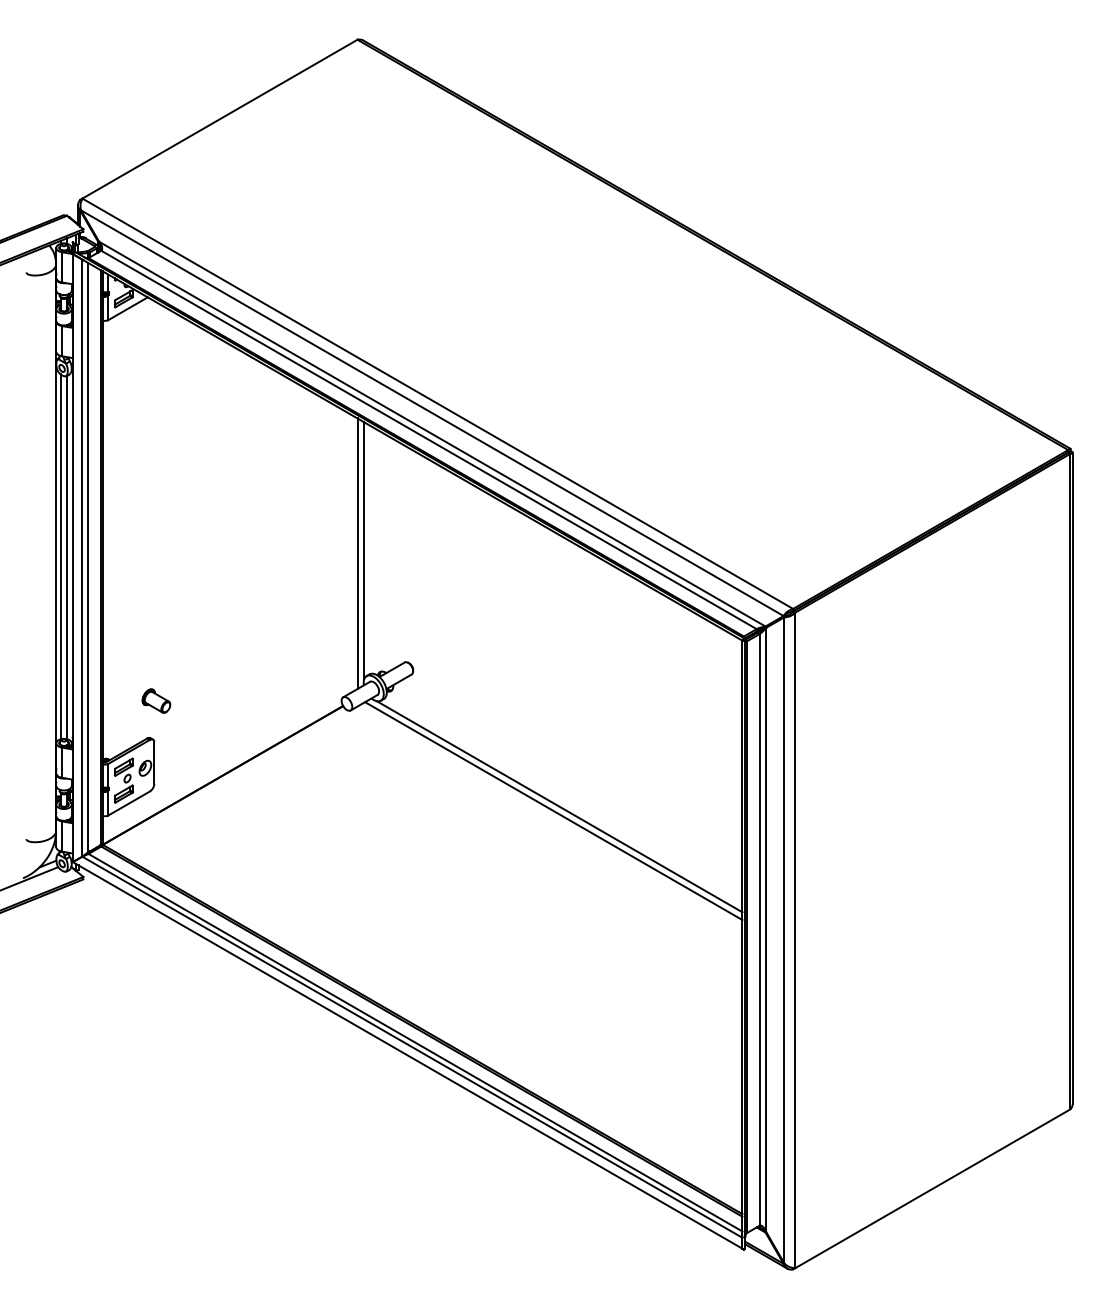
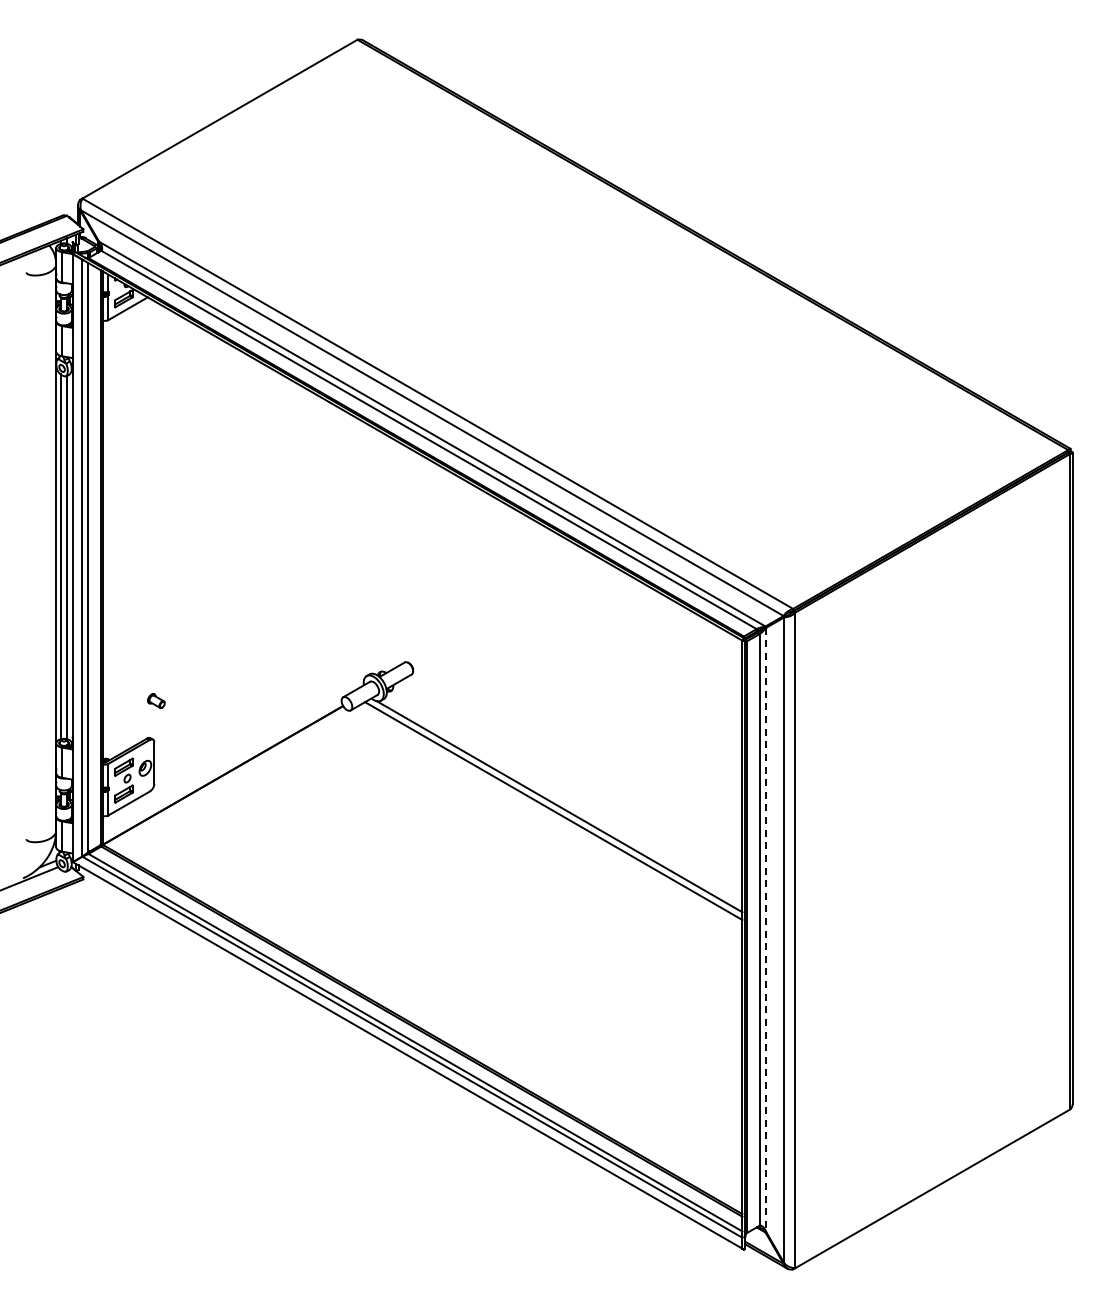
line at (364, 550): present -> none
line at (357, 553): present -> none
part at (156, 700) size: 31x26 px -> 19x16 px
line at (766, 930): solid -> dashed
